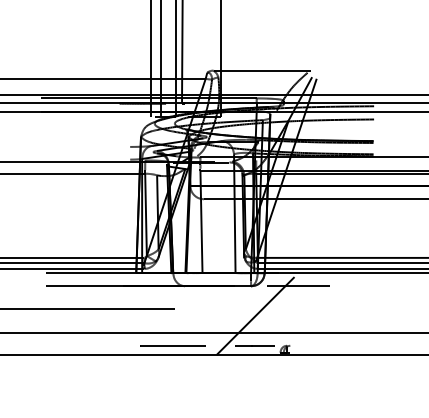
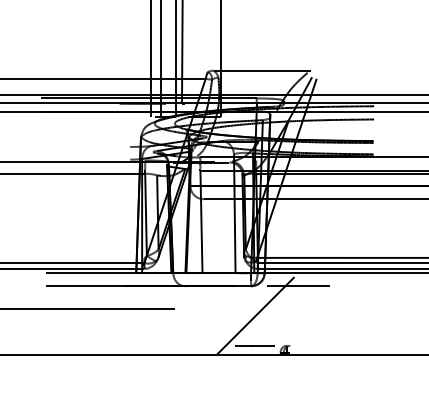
line at (73, 257): present -> none
line at (213, 332): present -> none
line at (172, 345): present -> none
